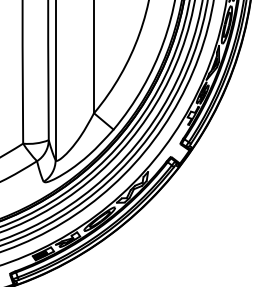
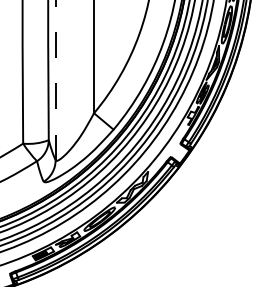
line at (55, 80): solid -> dashed
